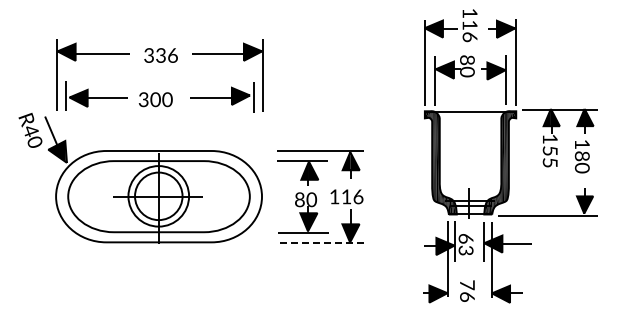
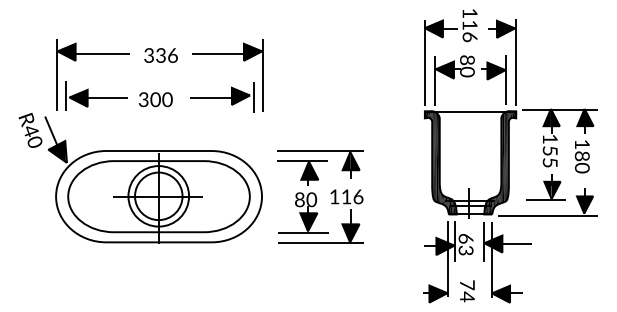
part at (545, 187): none -> present
line at (320, 242): dashed -> solid
text at (467, 296): 76 -> 74
